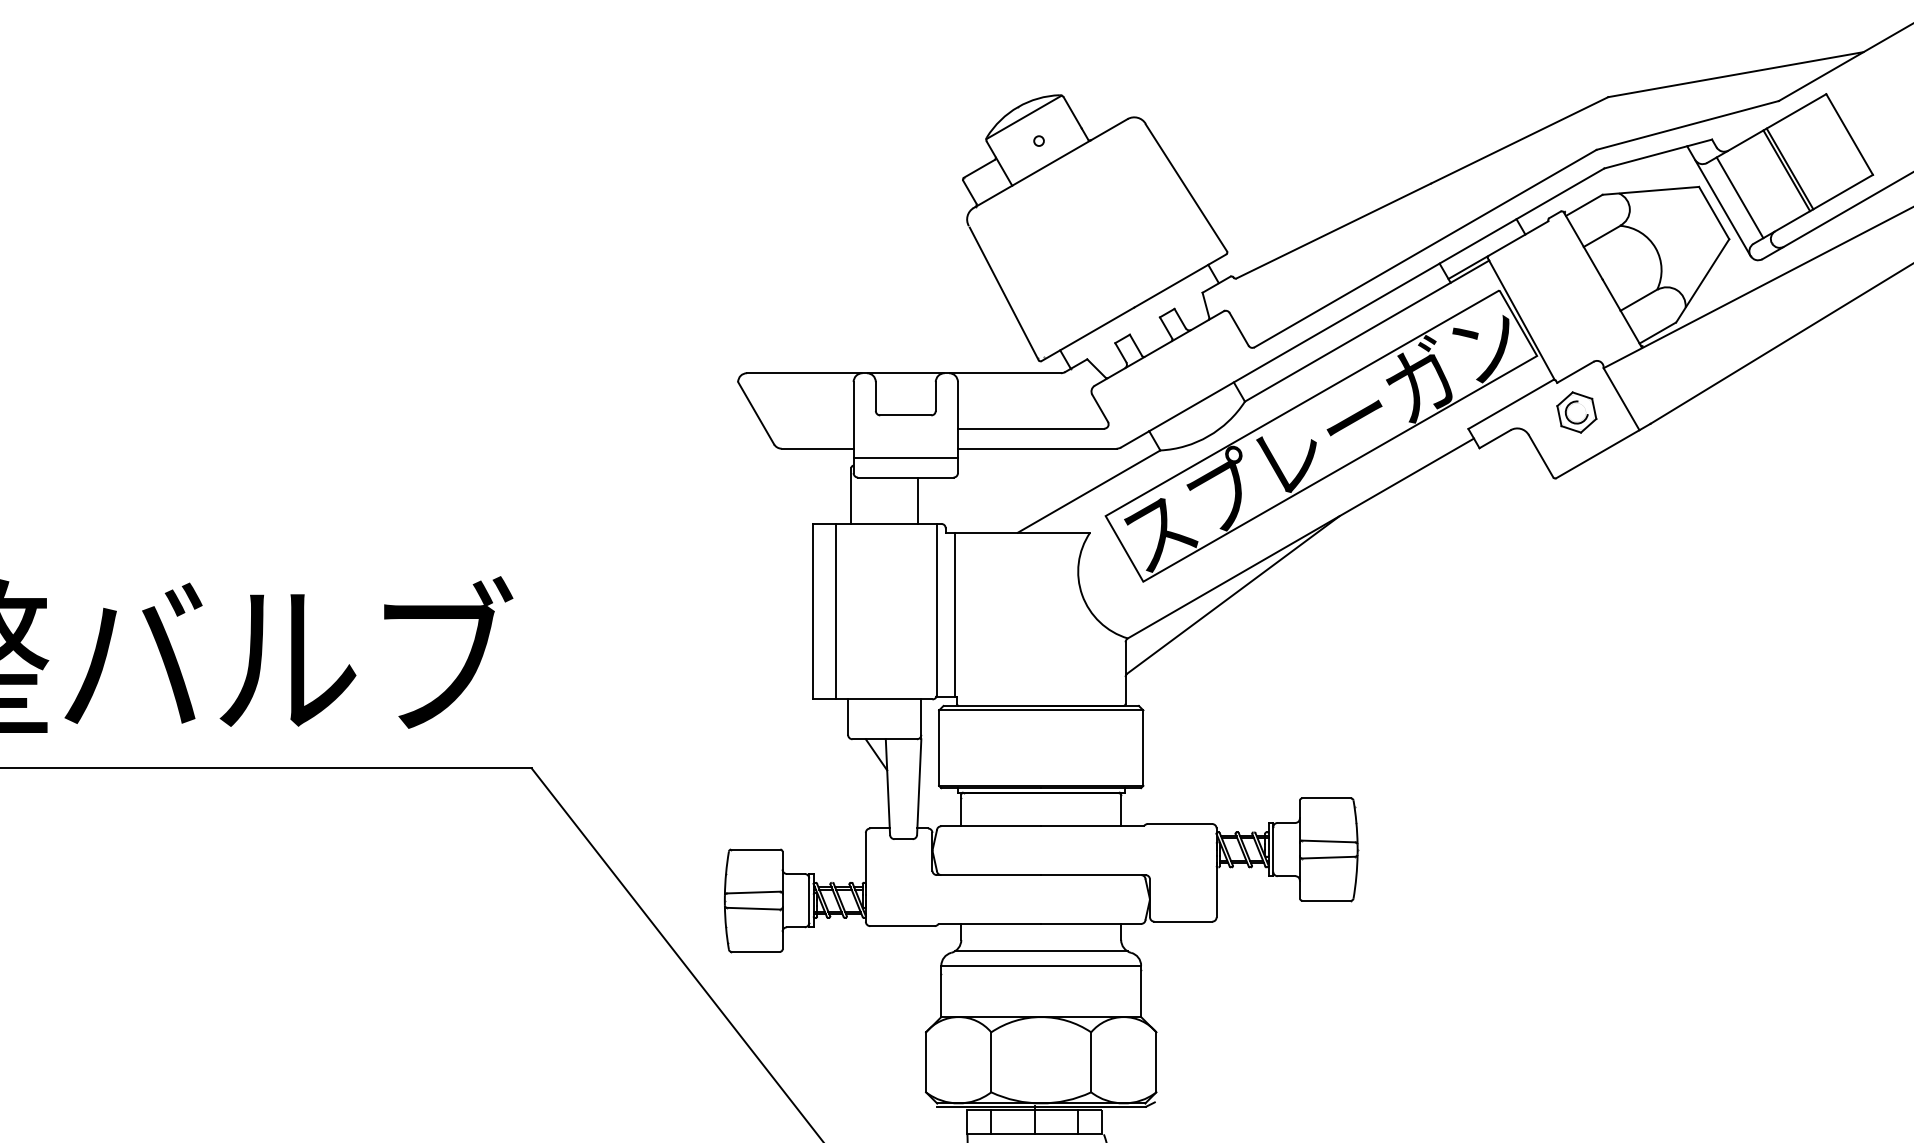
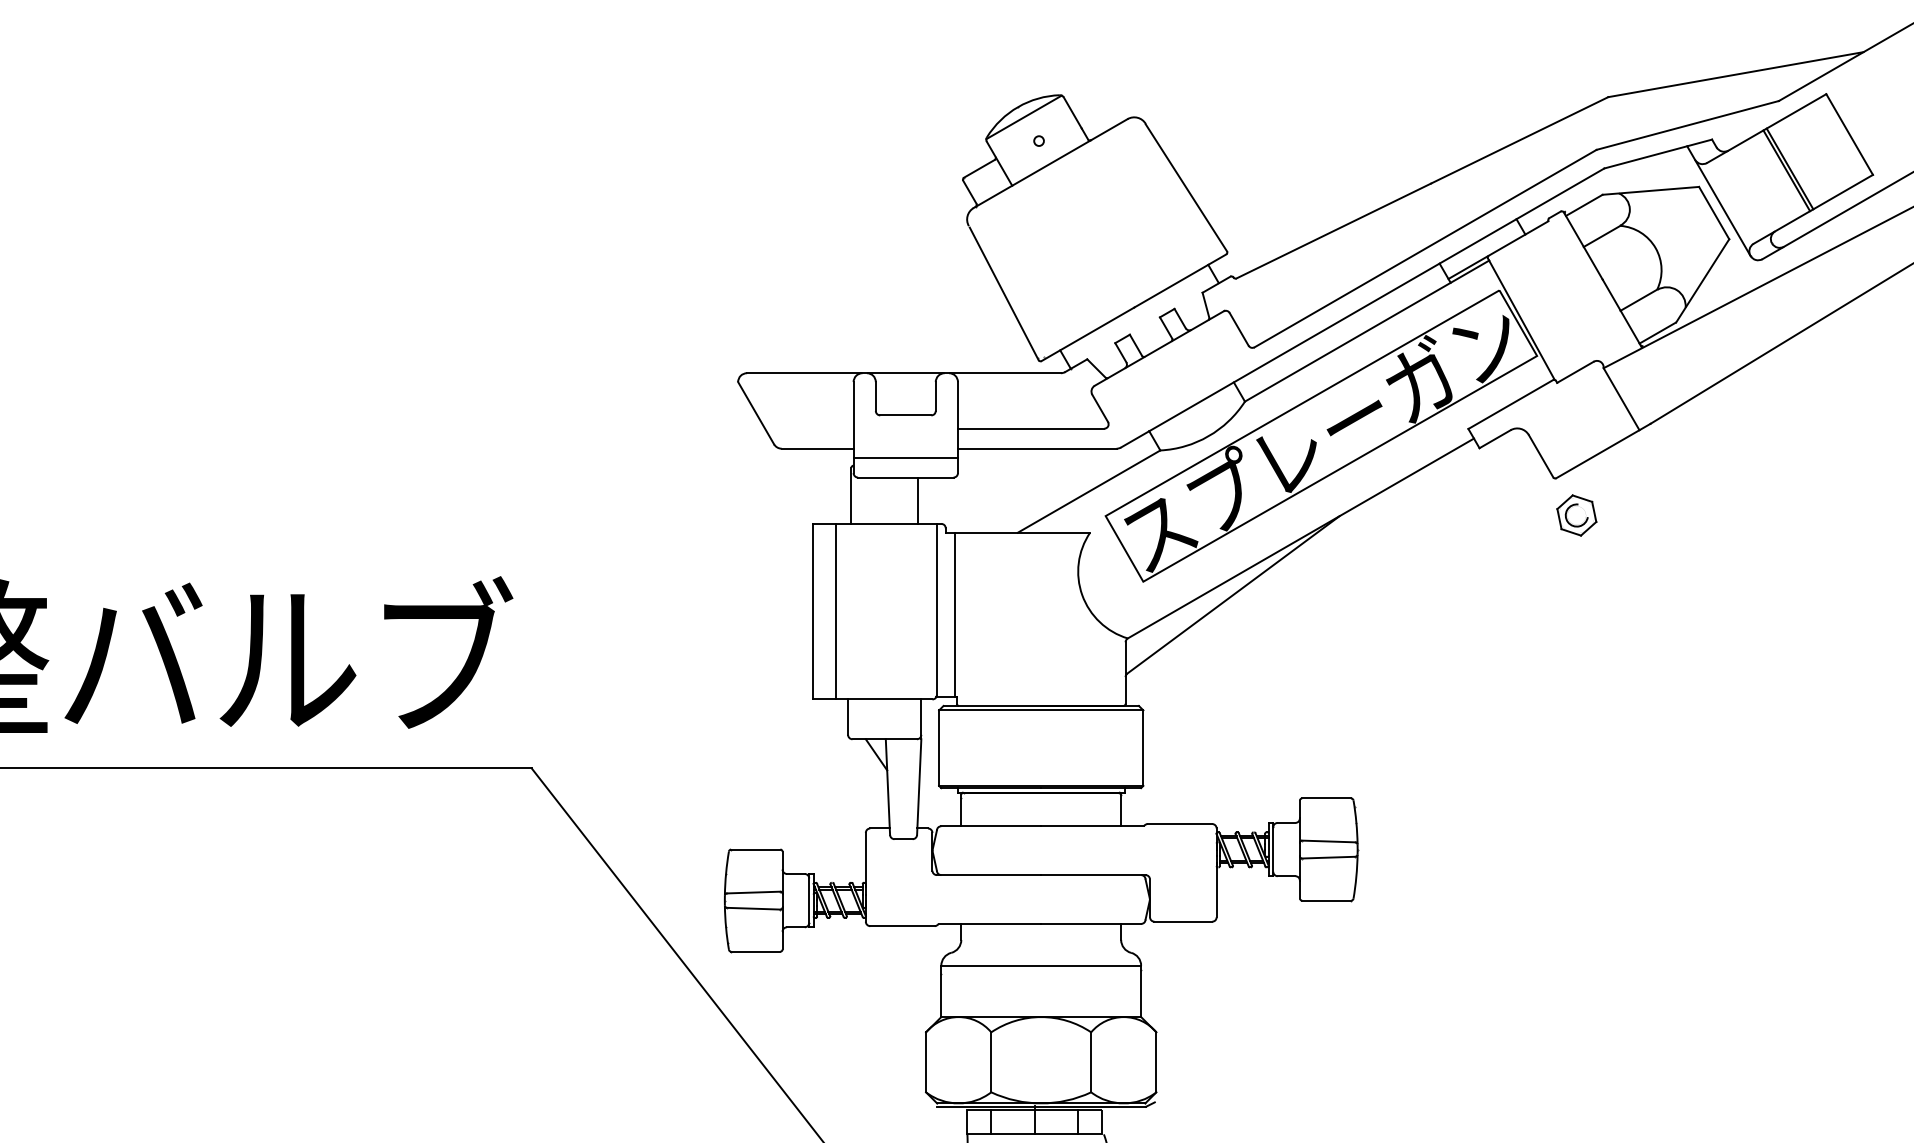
line at (1739, 197): present -> none
part at (1576, 412) position: (1576, 412) -> (1576, 515)
line at (1040, 951): present -> none
